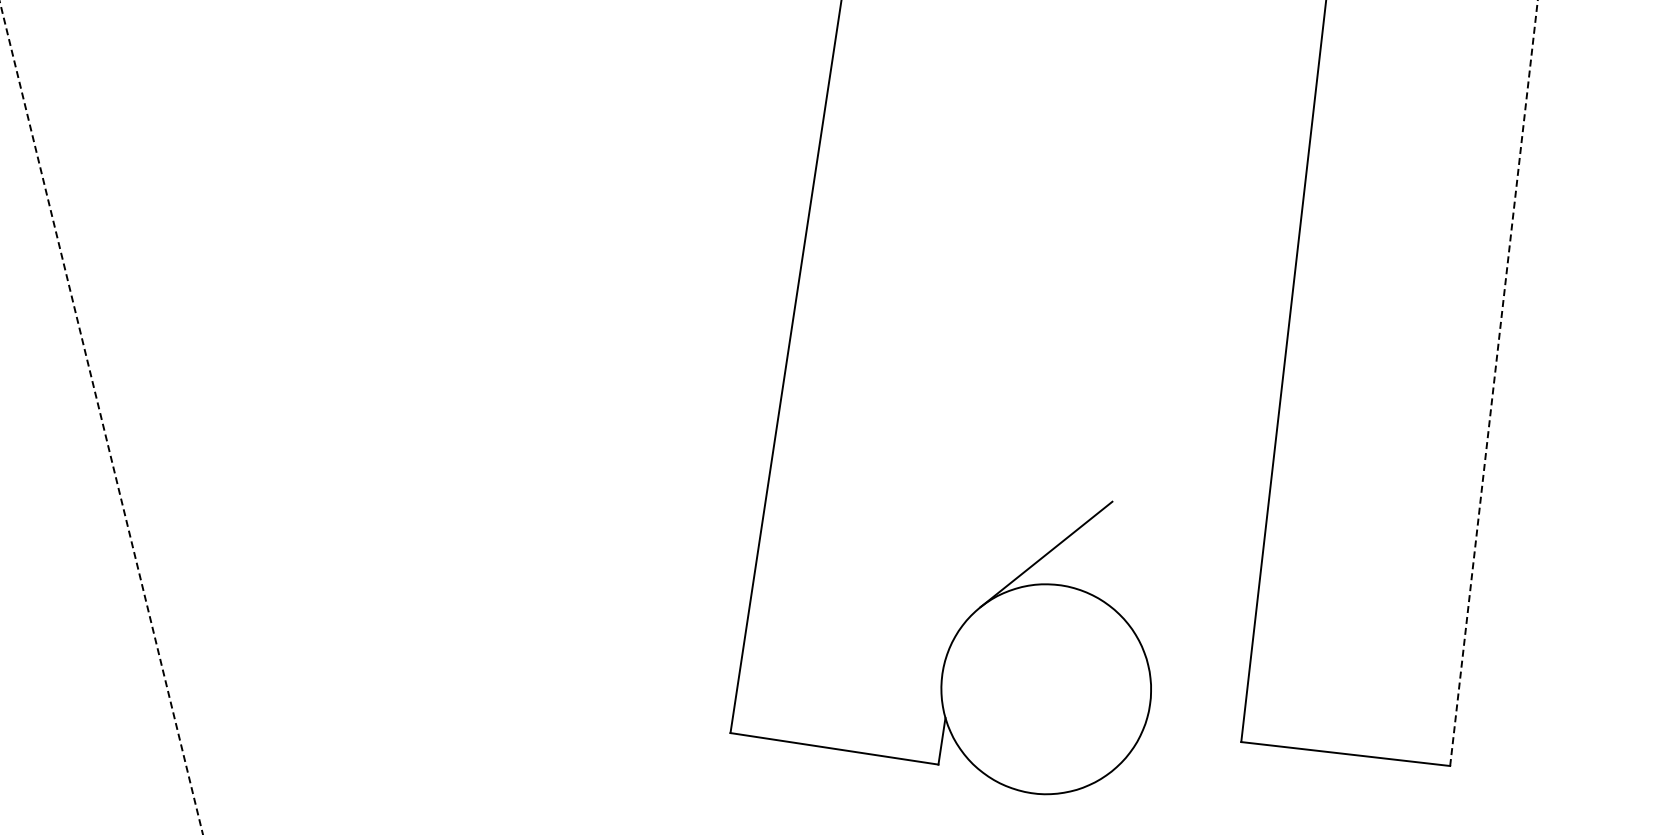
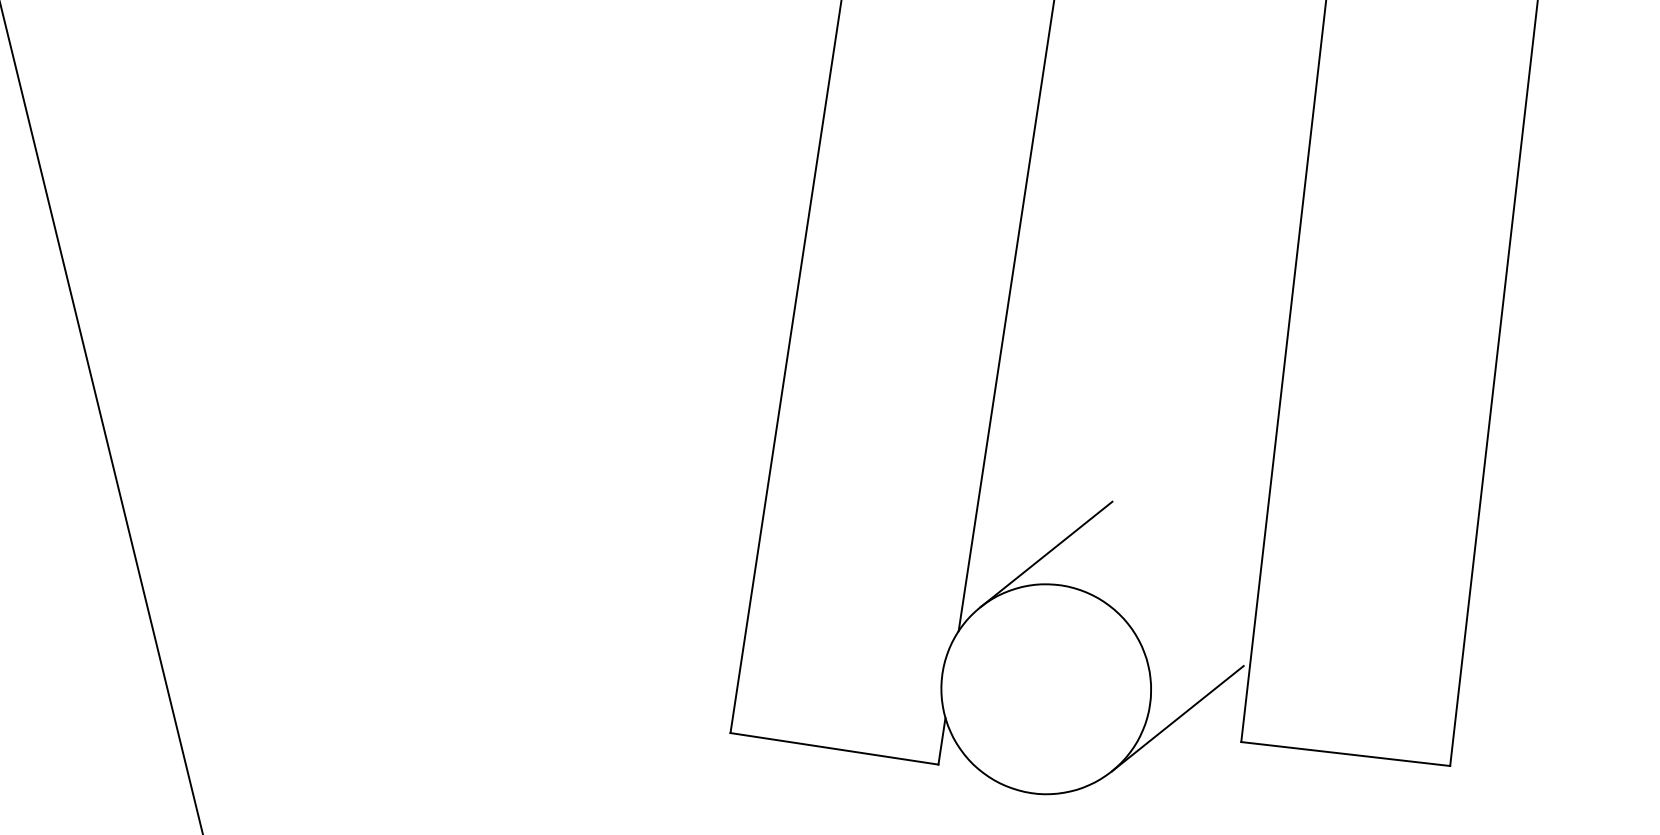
line at (1005, 316): none -> present
line at (1494, 382): dashed -> solid
line at (101, 419): dashed -> solid
line at (1177, 718): none -> present
